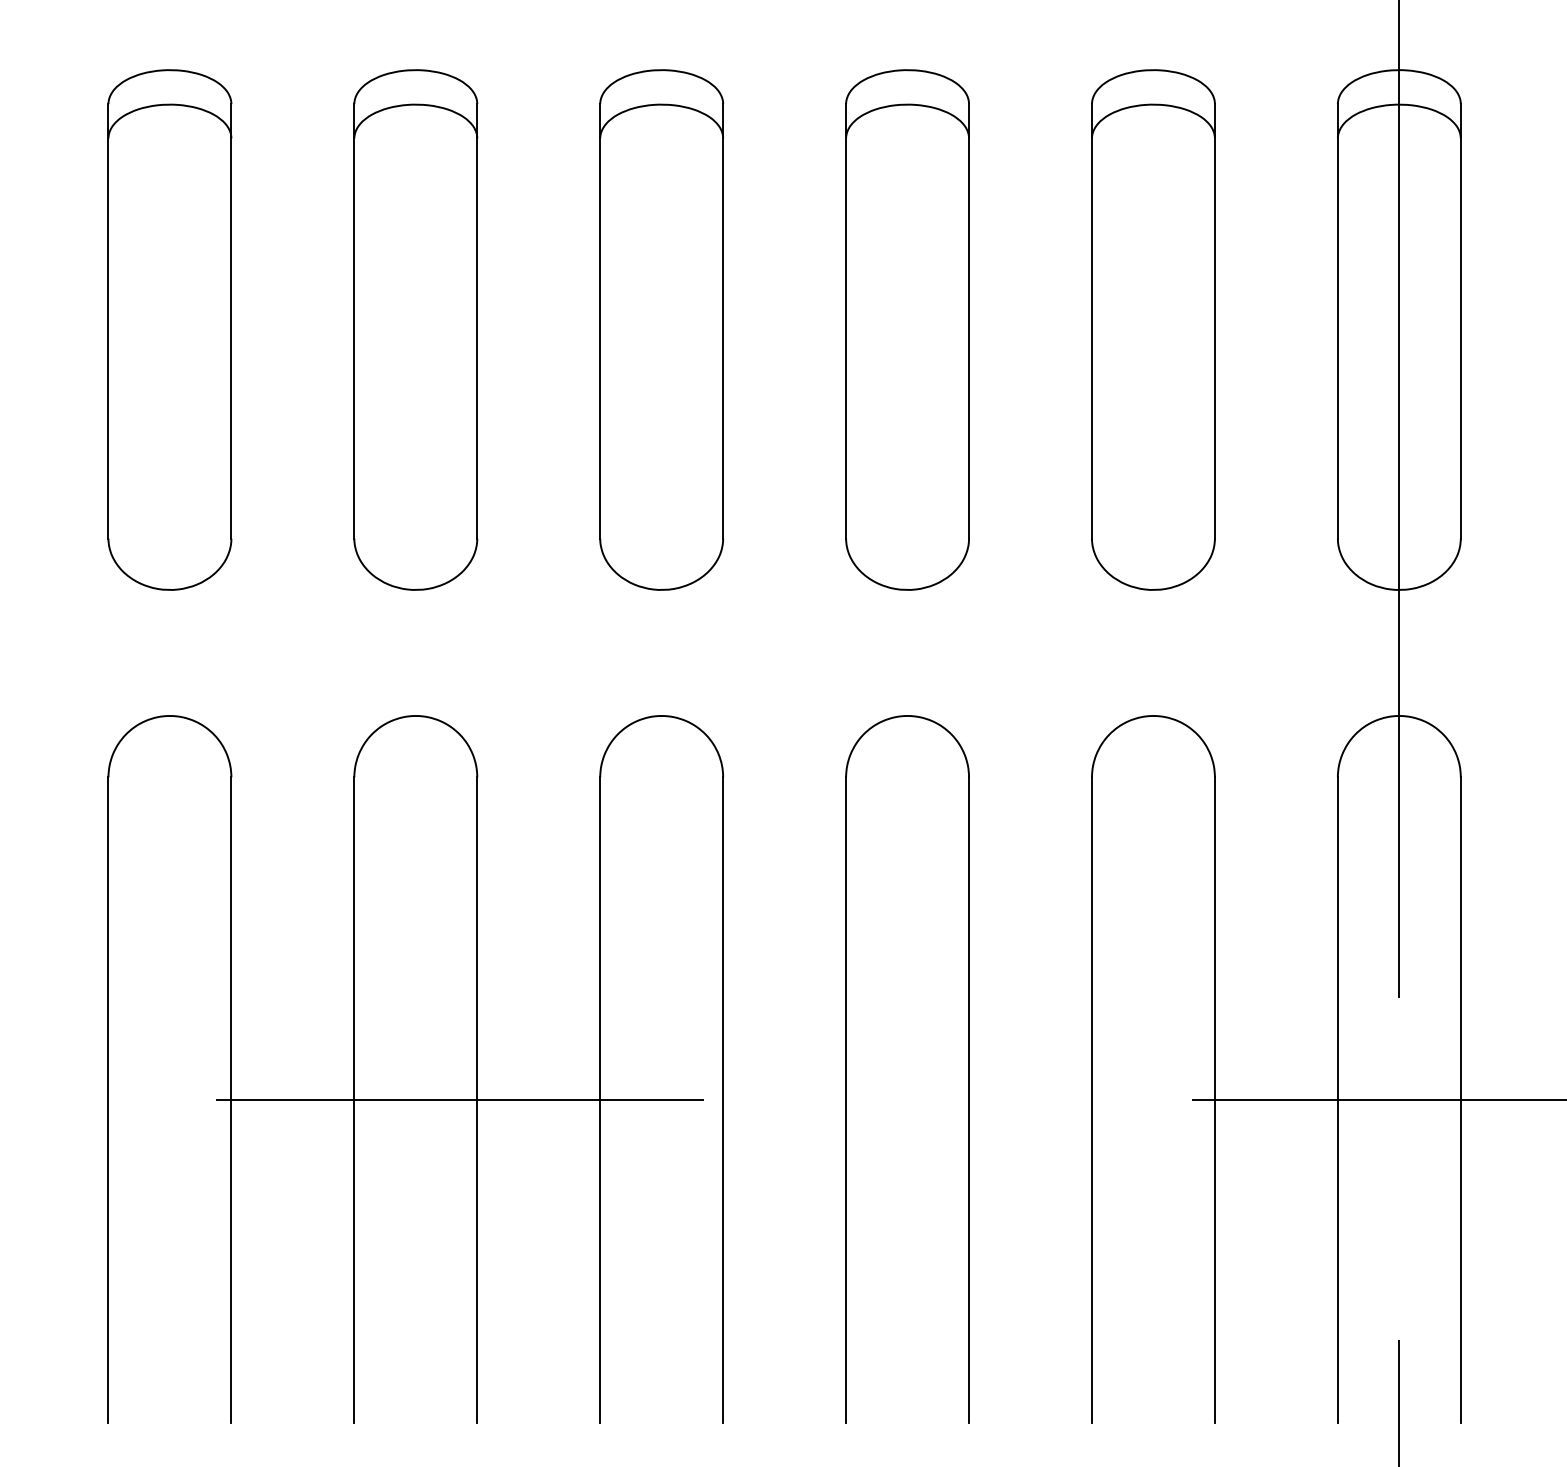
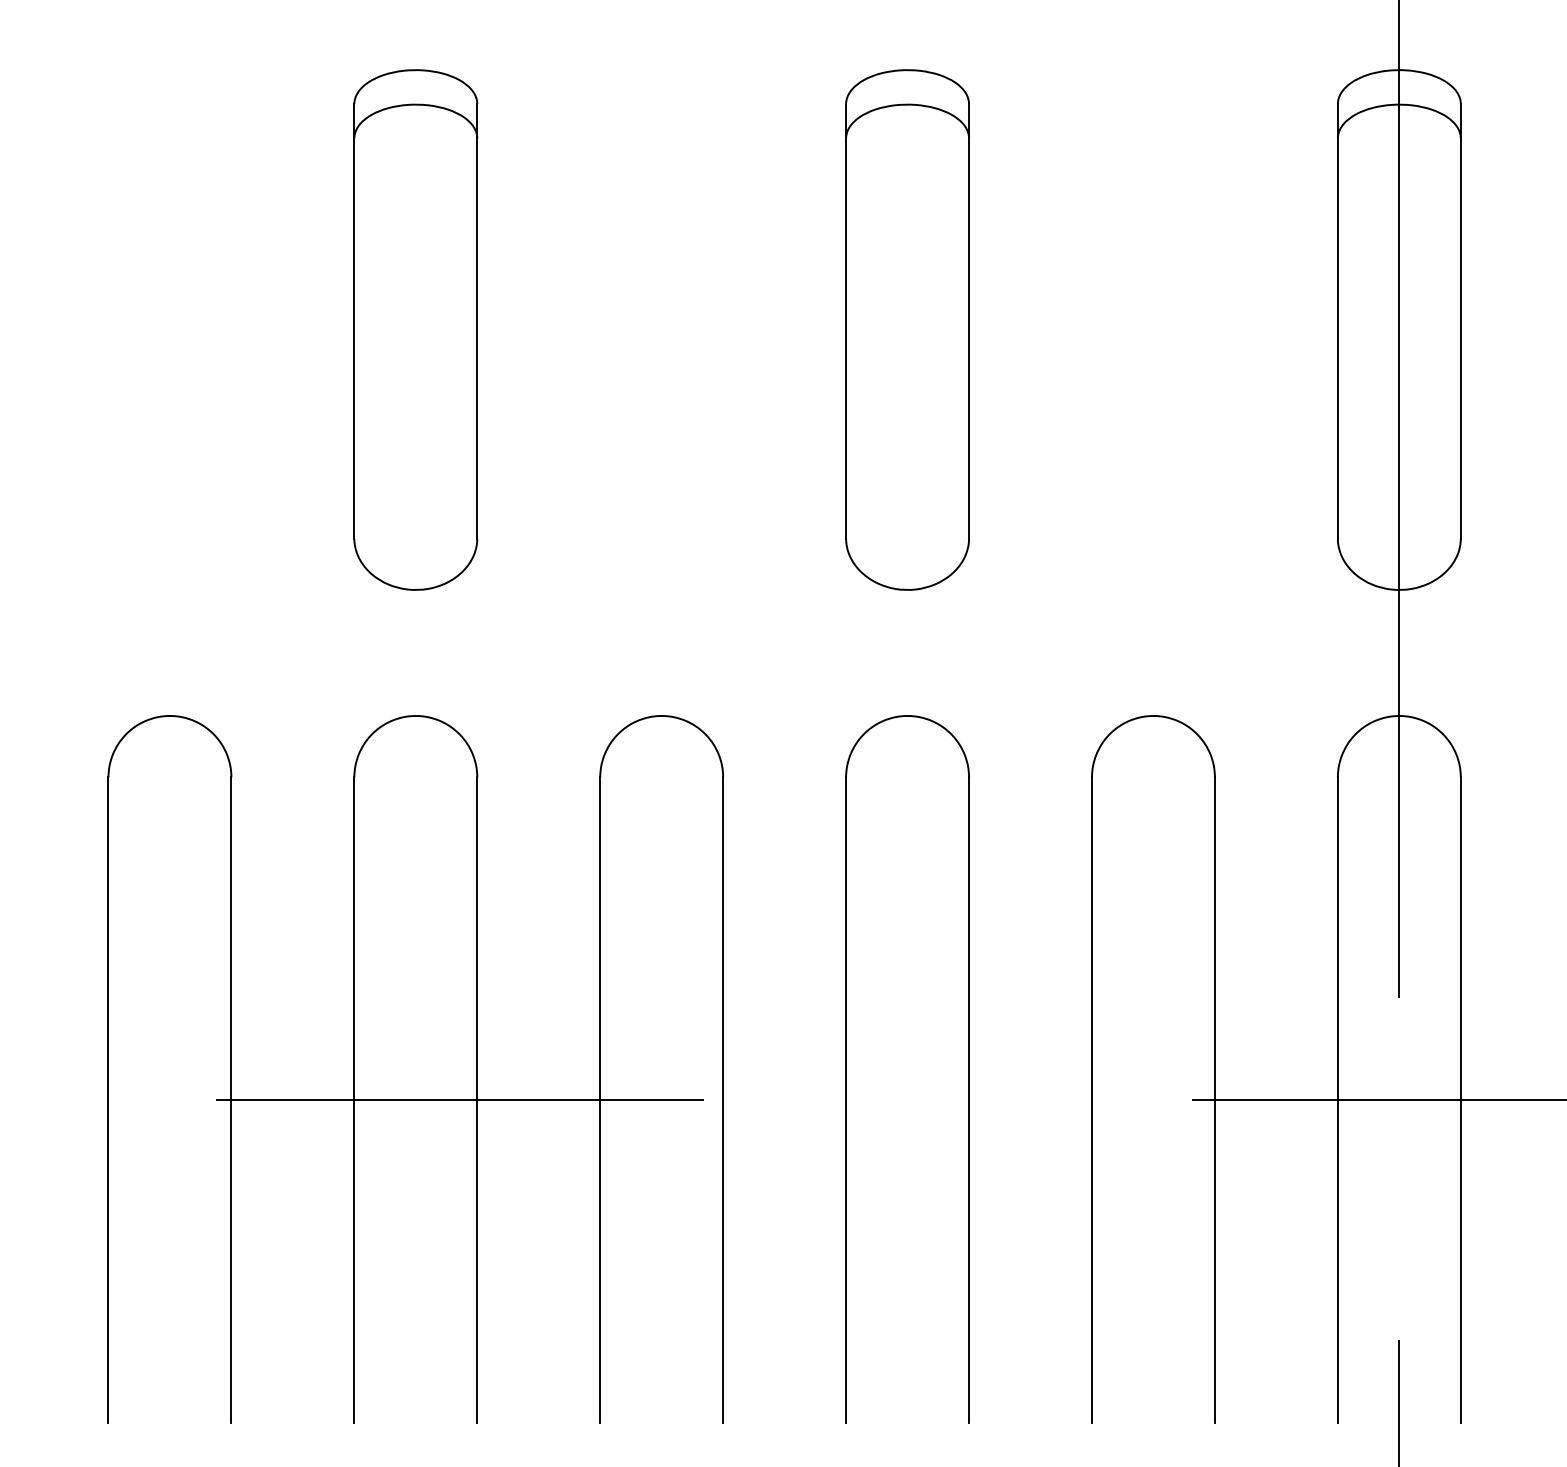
part at (169, 329): present -> none
part at (661, 329): present -> none
part at (1153, 329): present -> none
